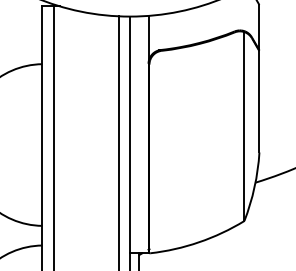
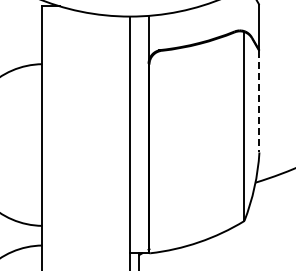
line at (259, 101): solid -> dashed
line at (53, 136): present -> none
line at (118, 141): present -> none
